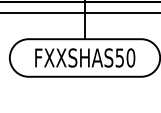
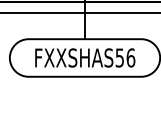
text at (130, 57): FXXSHAS50 -> FXXSHAS56
